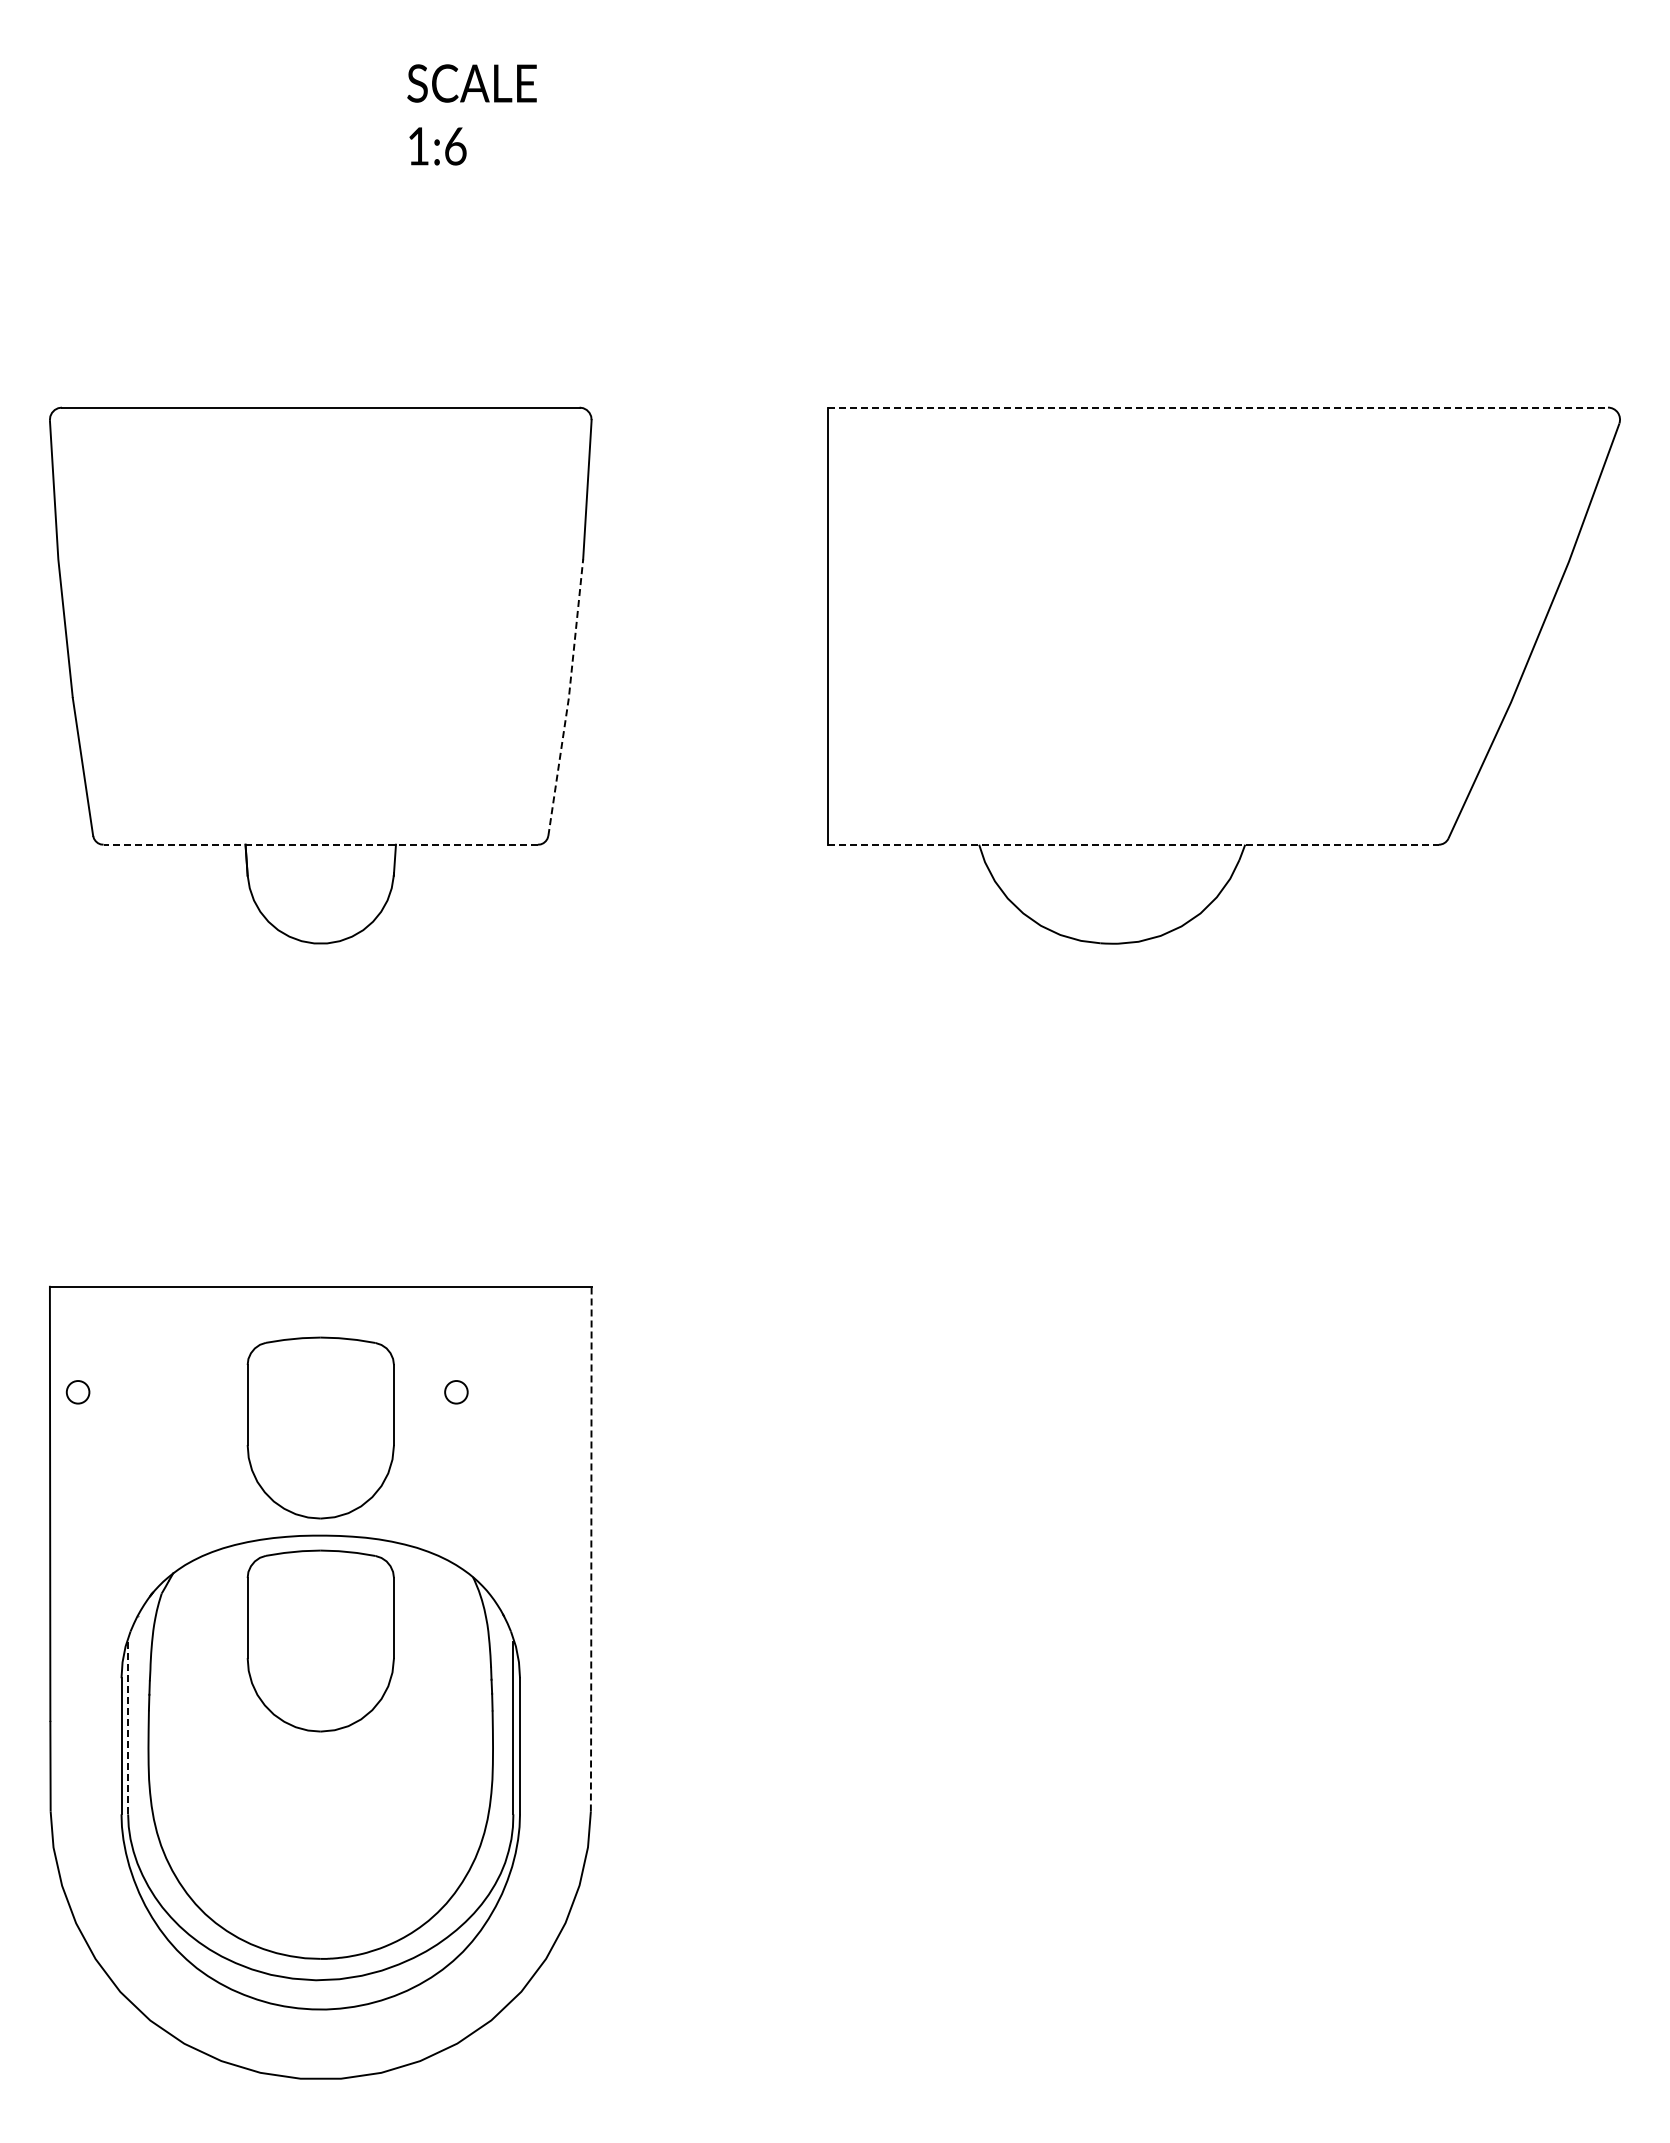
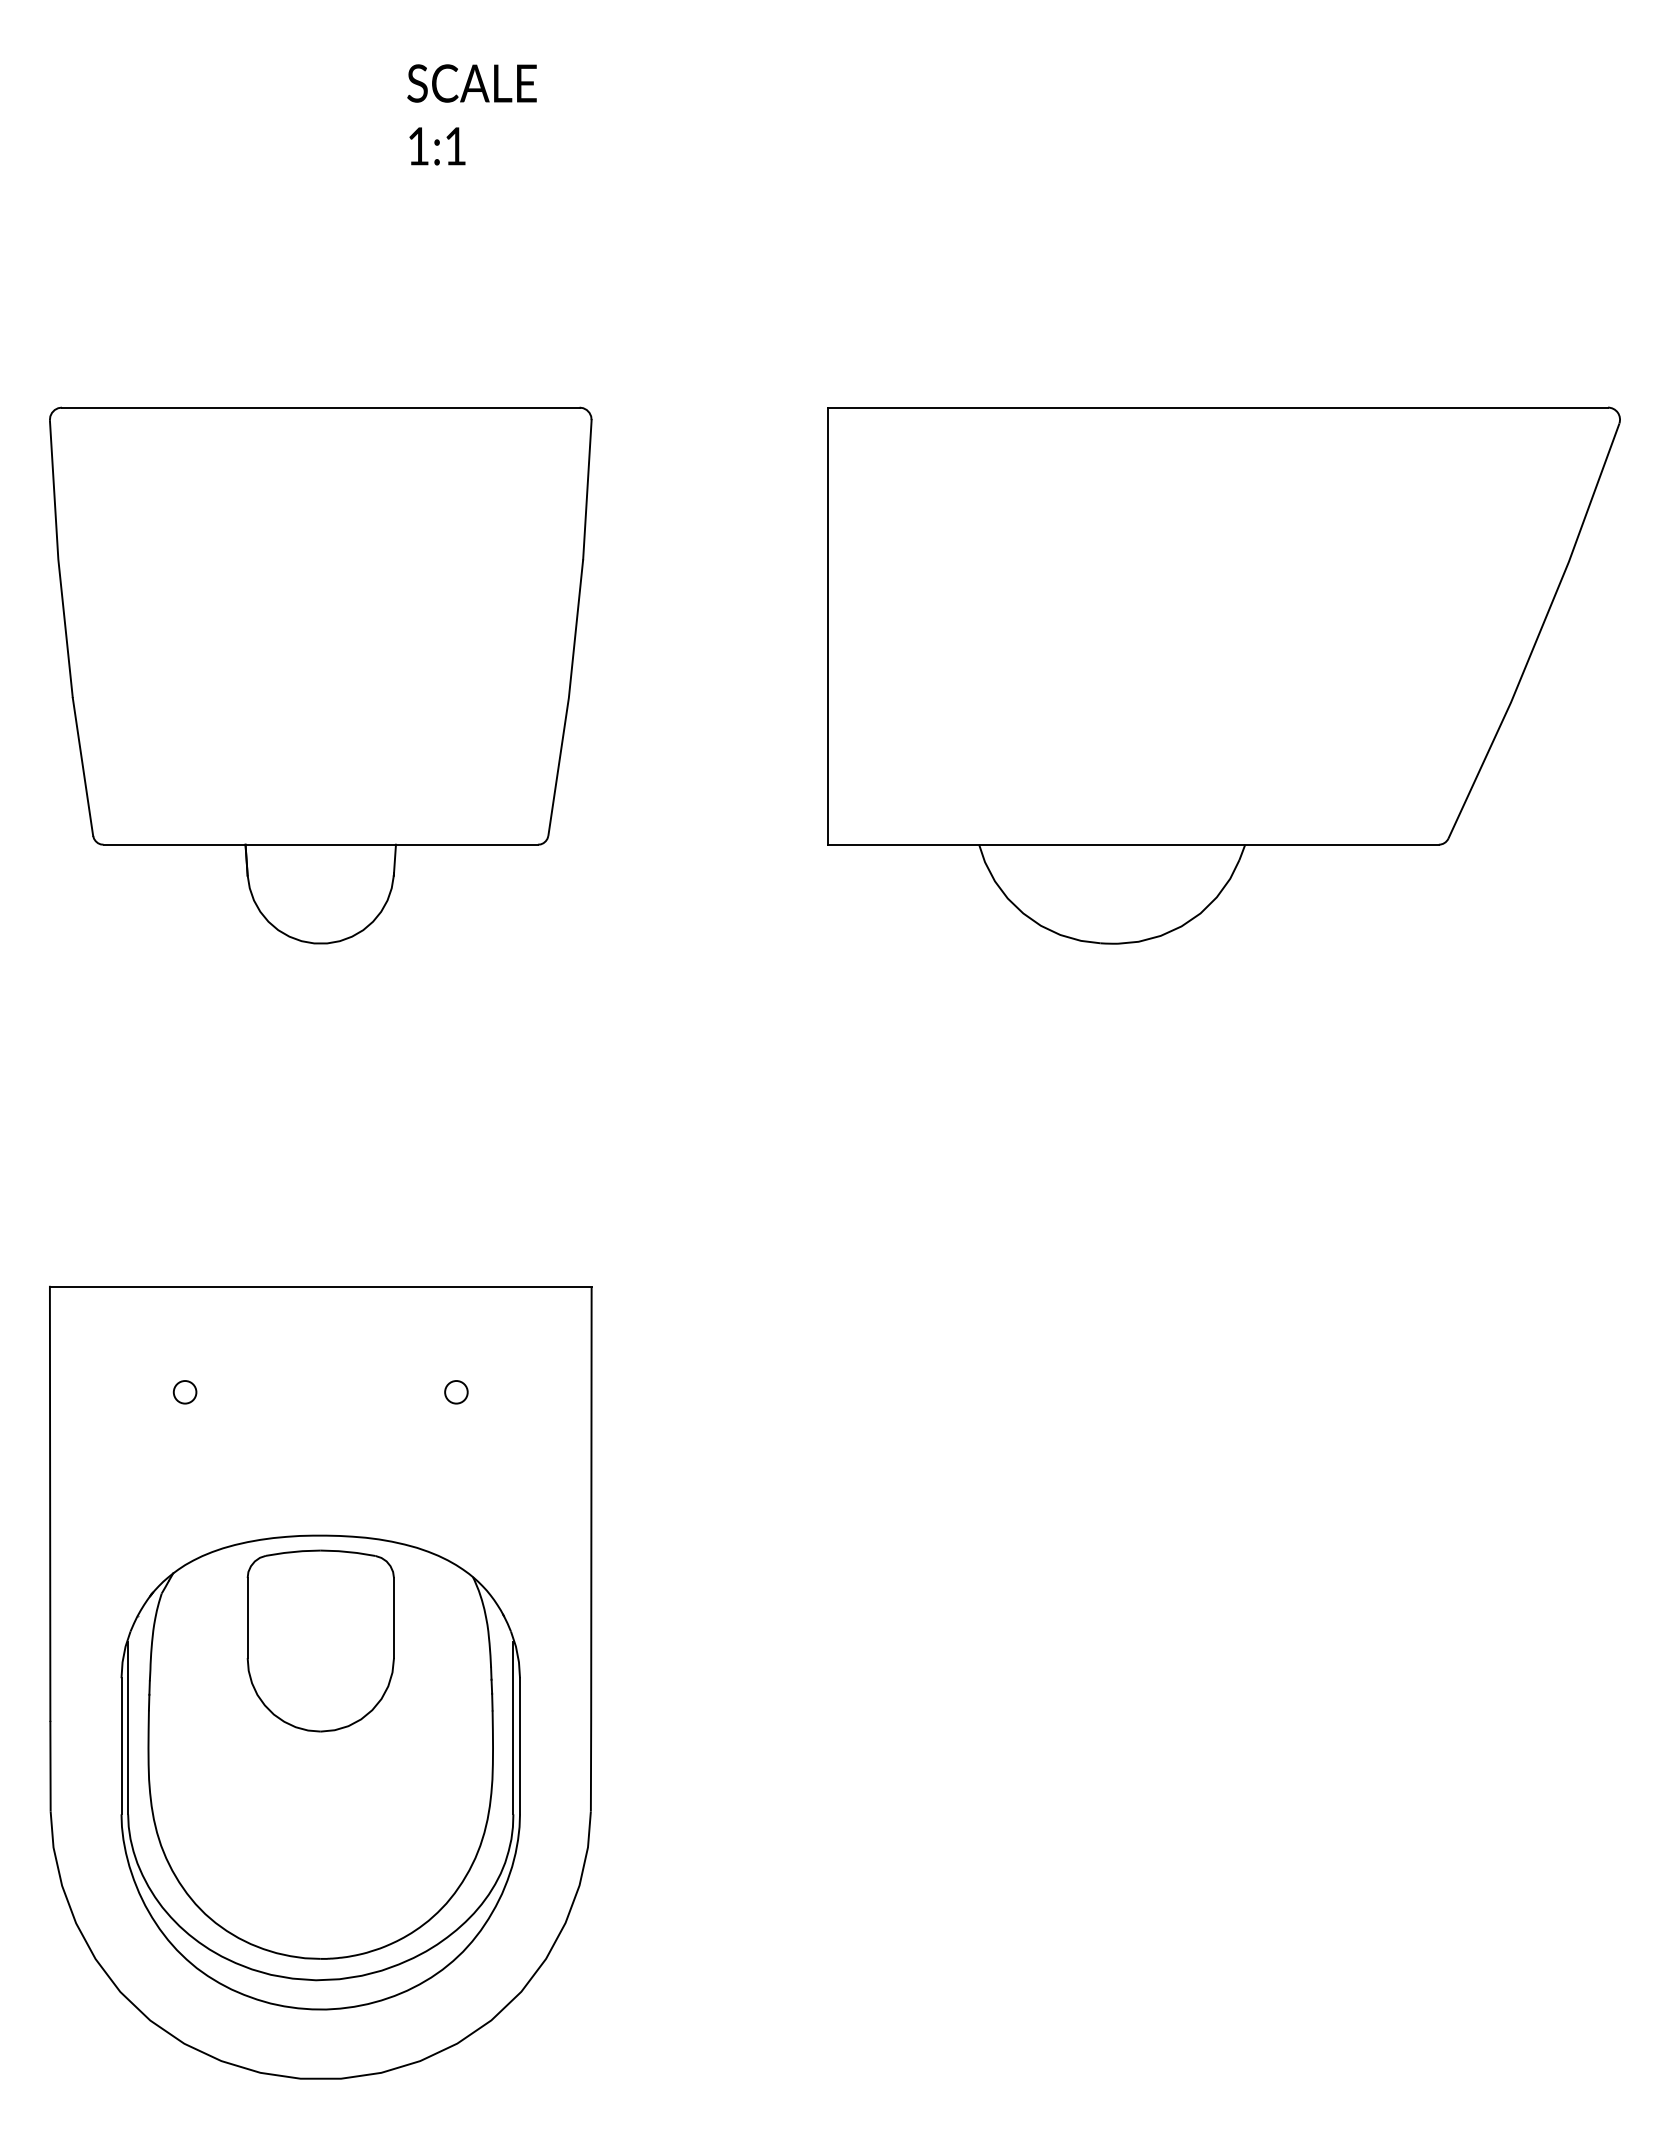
text at (455, 146): 1:6 -> 1:1
line at (1218, 407): dashed -> solid
line at (568, 698): dashed -> solid
line at (320, 844): dashed -> solid
line at (1133, 844): dashed -> solid
circle at (77, 1392) position: (77, 1392) -> (184, 1392)
part at (320, 1427): present -> none
line at (591, 1550): dashed -> solid
line at (128, 1728): dashed -> solid
